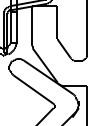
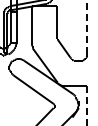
line at (87, 27): solid -> dashed
line at (87, 105): solid -> dashed
